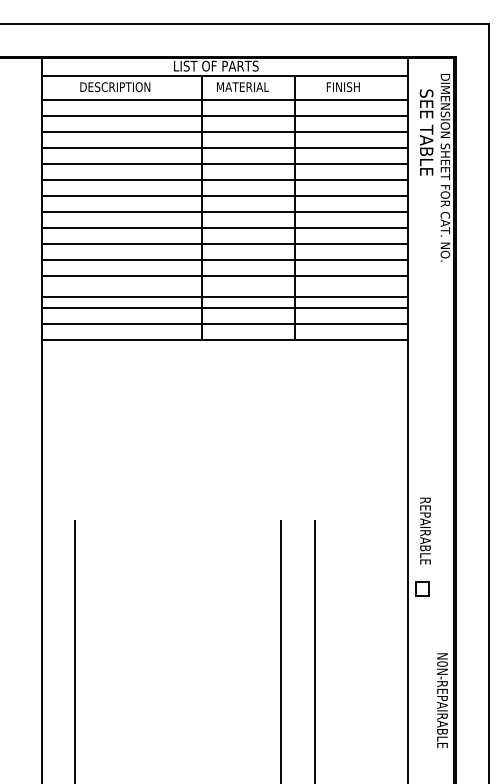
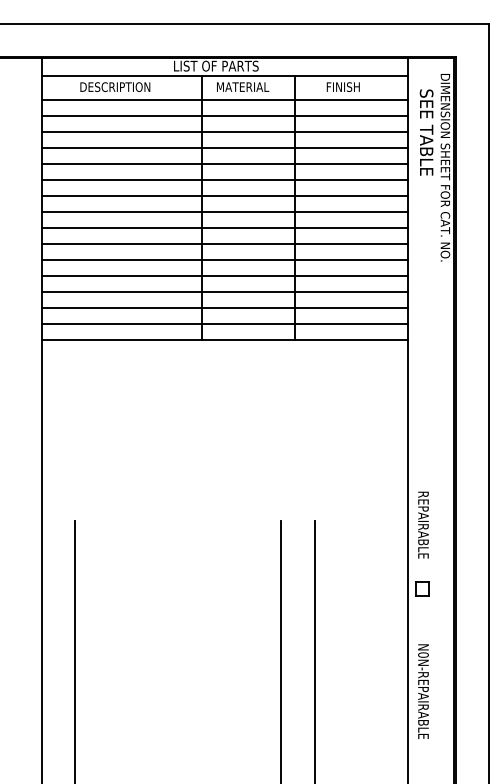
line at (224, 297) position: (224, 297) -> (224, 292)
text at (425, 530) position: (425, 530) -> (423, 524)
text at (442, 700) position: (442, 700) -> (423, 691)
